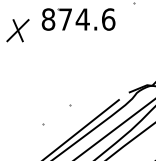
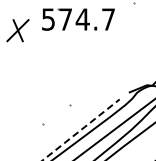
text at (78, 19): 874.6 -> 574.7
line at (81, 129): solid -> dashed
